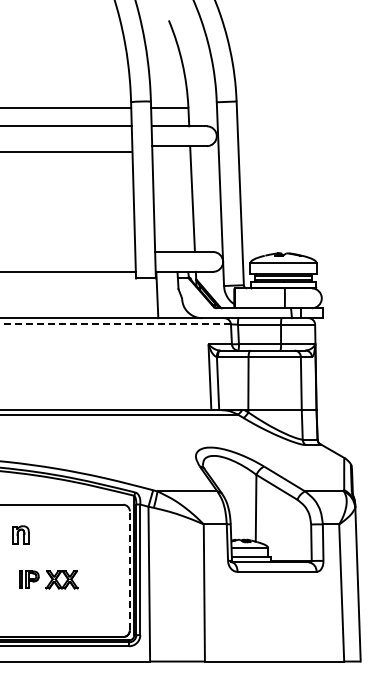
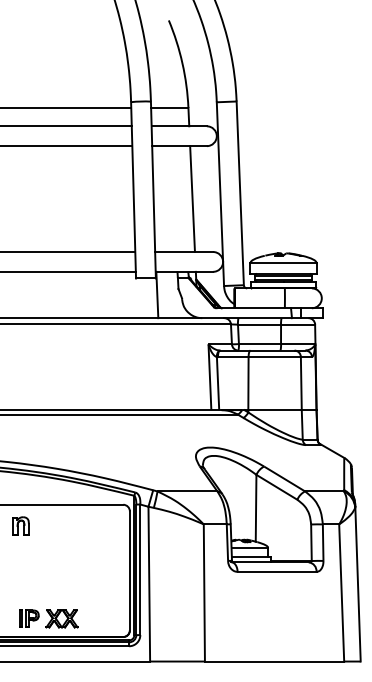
line at (67, 152) position: (67, 152) -> (67, 146)
line at (68, 252): none -> present
line at (115, 324): dashed -> solid
part at (20, 534) position: (20, 534) -> (20, 525)
line at (129, 570): dashed -> solid
part at (48, 579) position: (48, 579) -> (48, 618)
